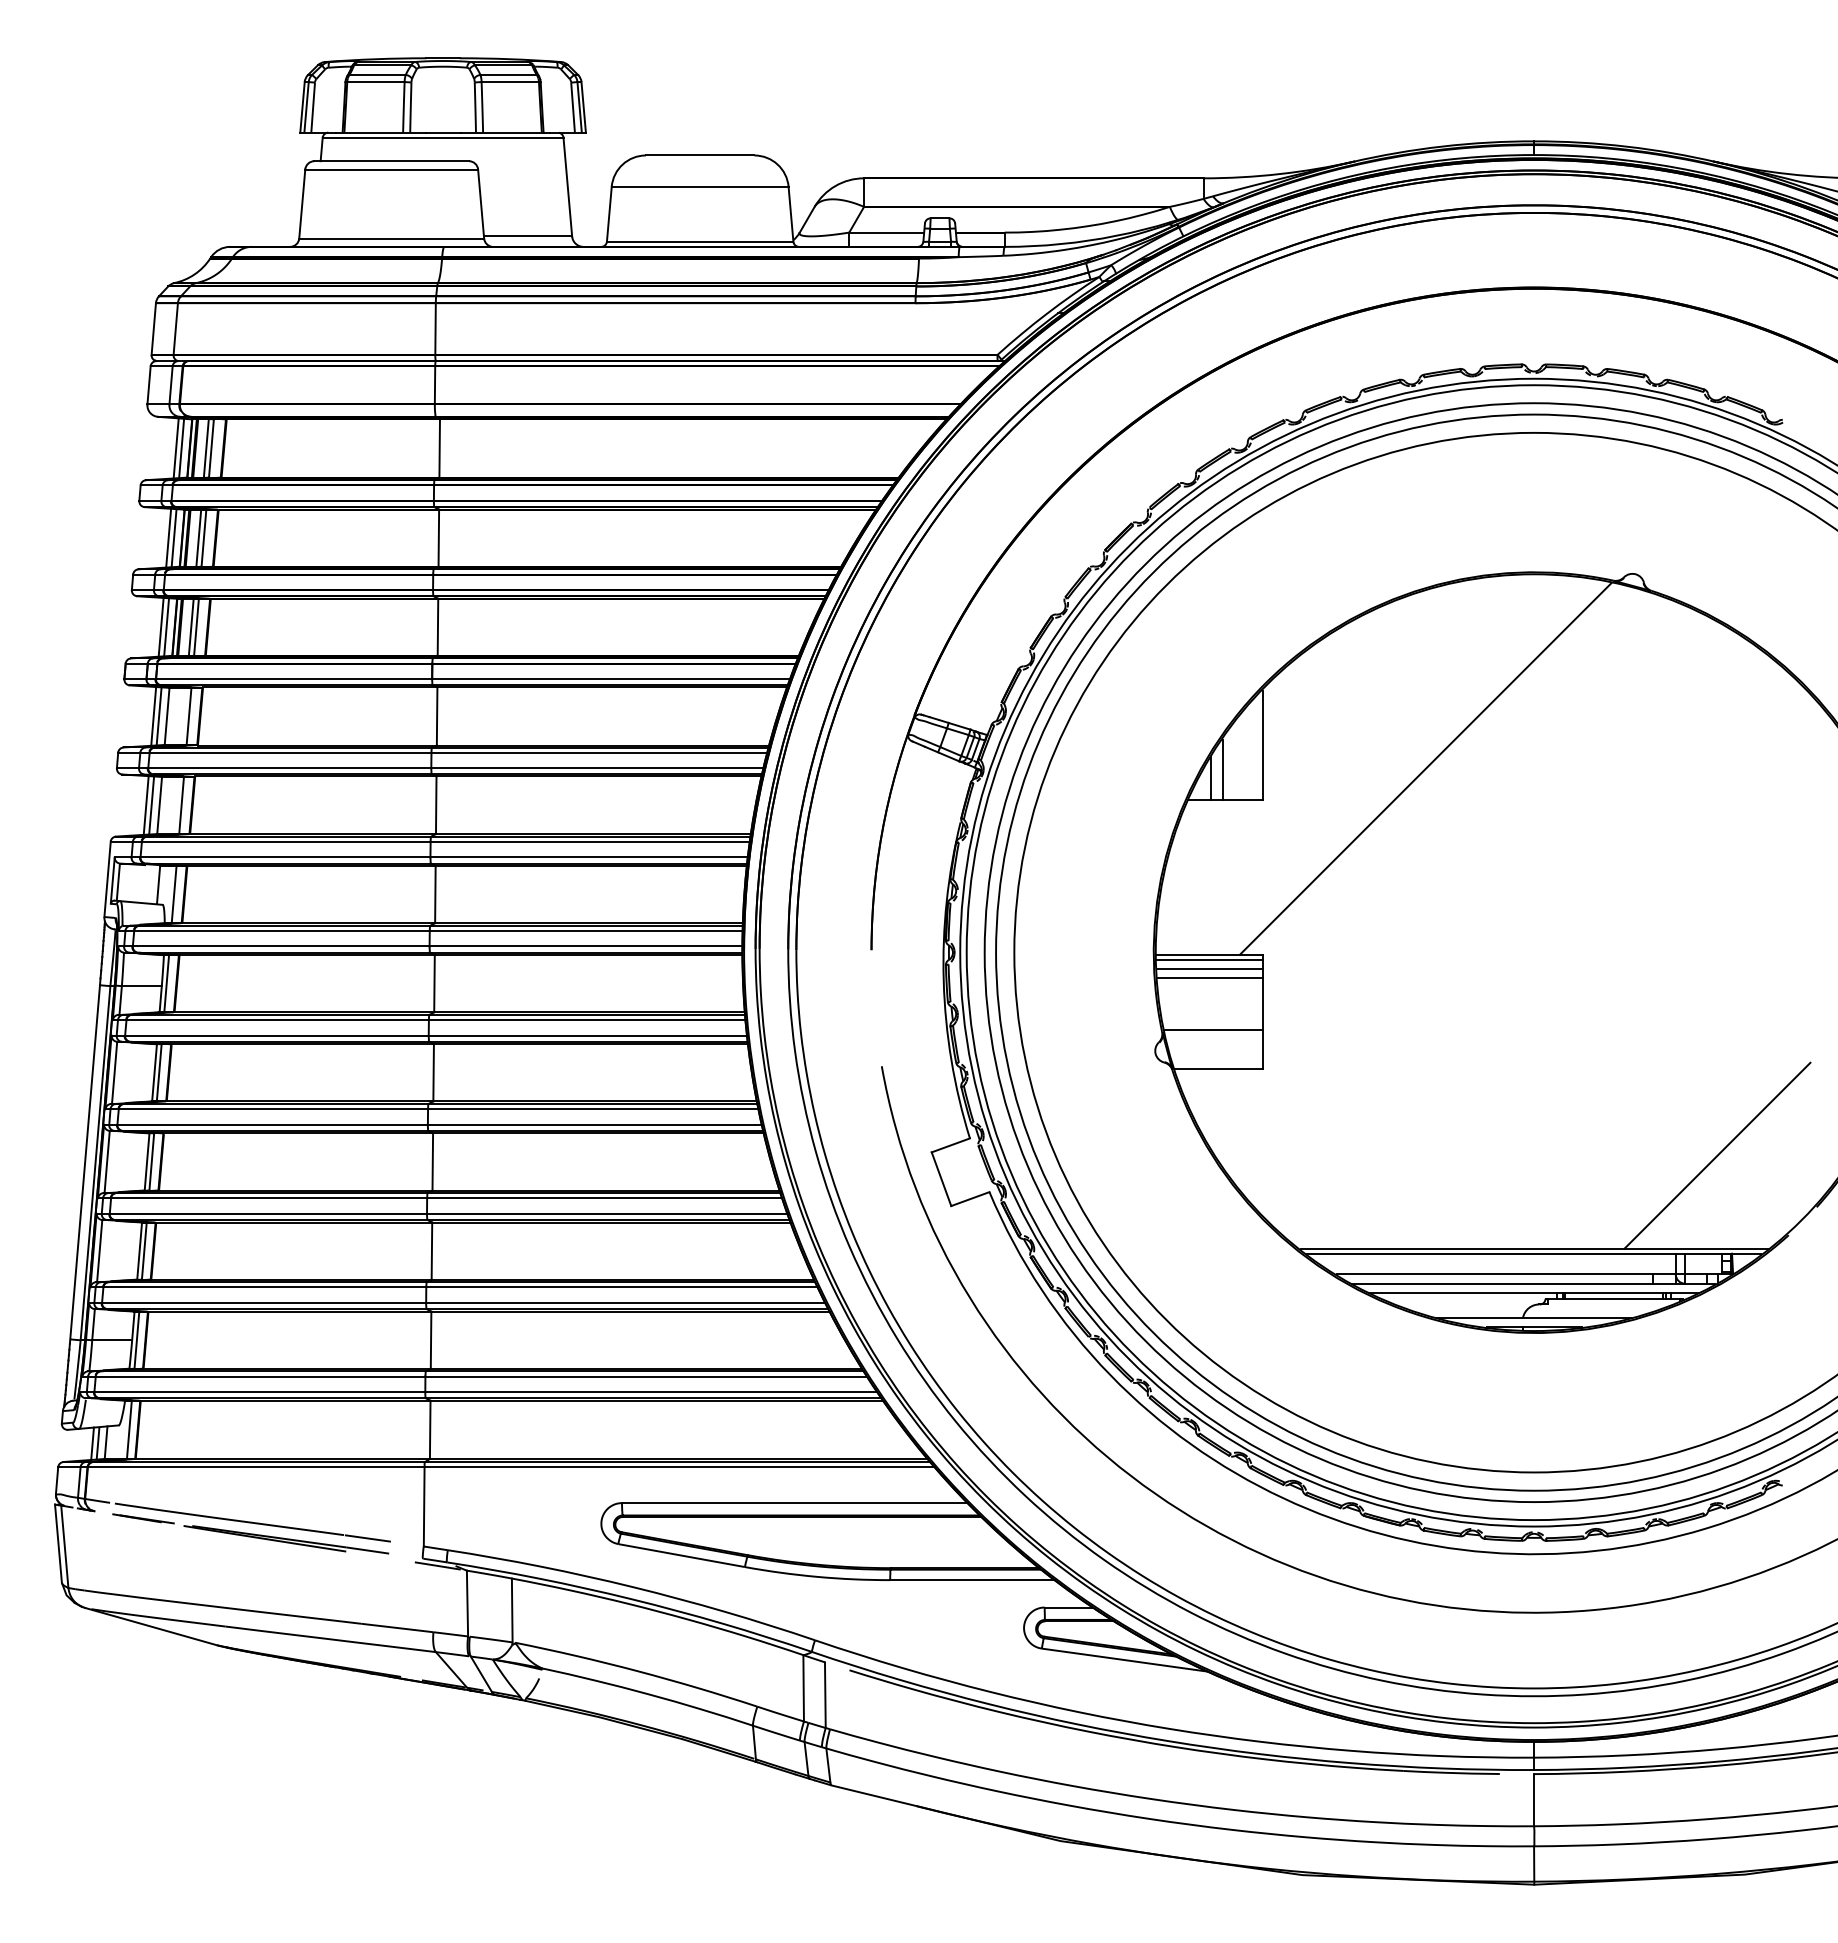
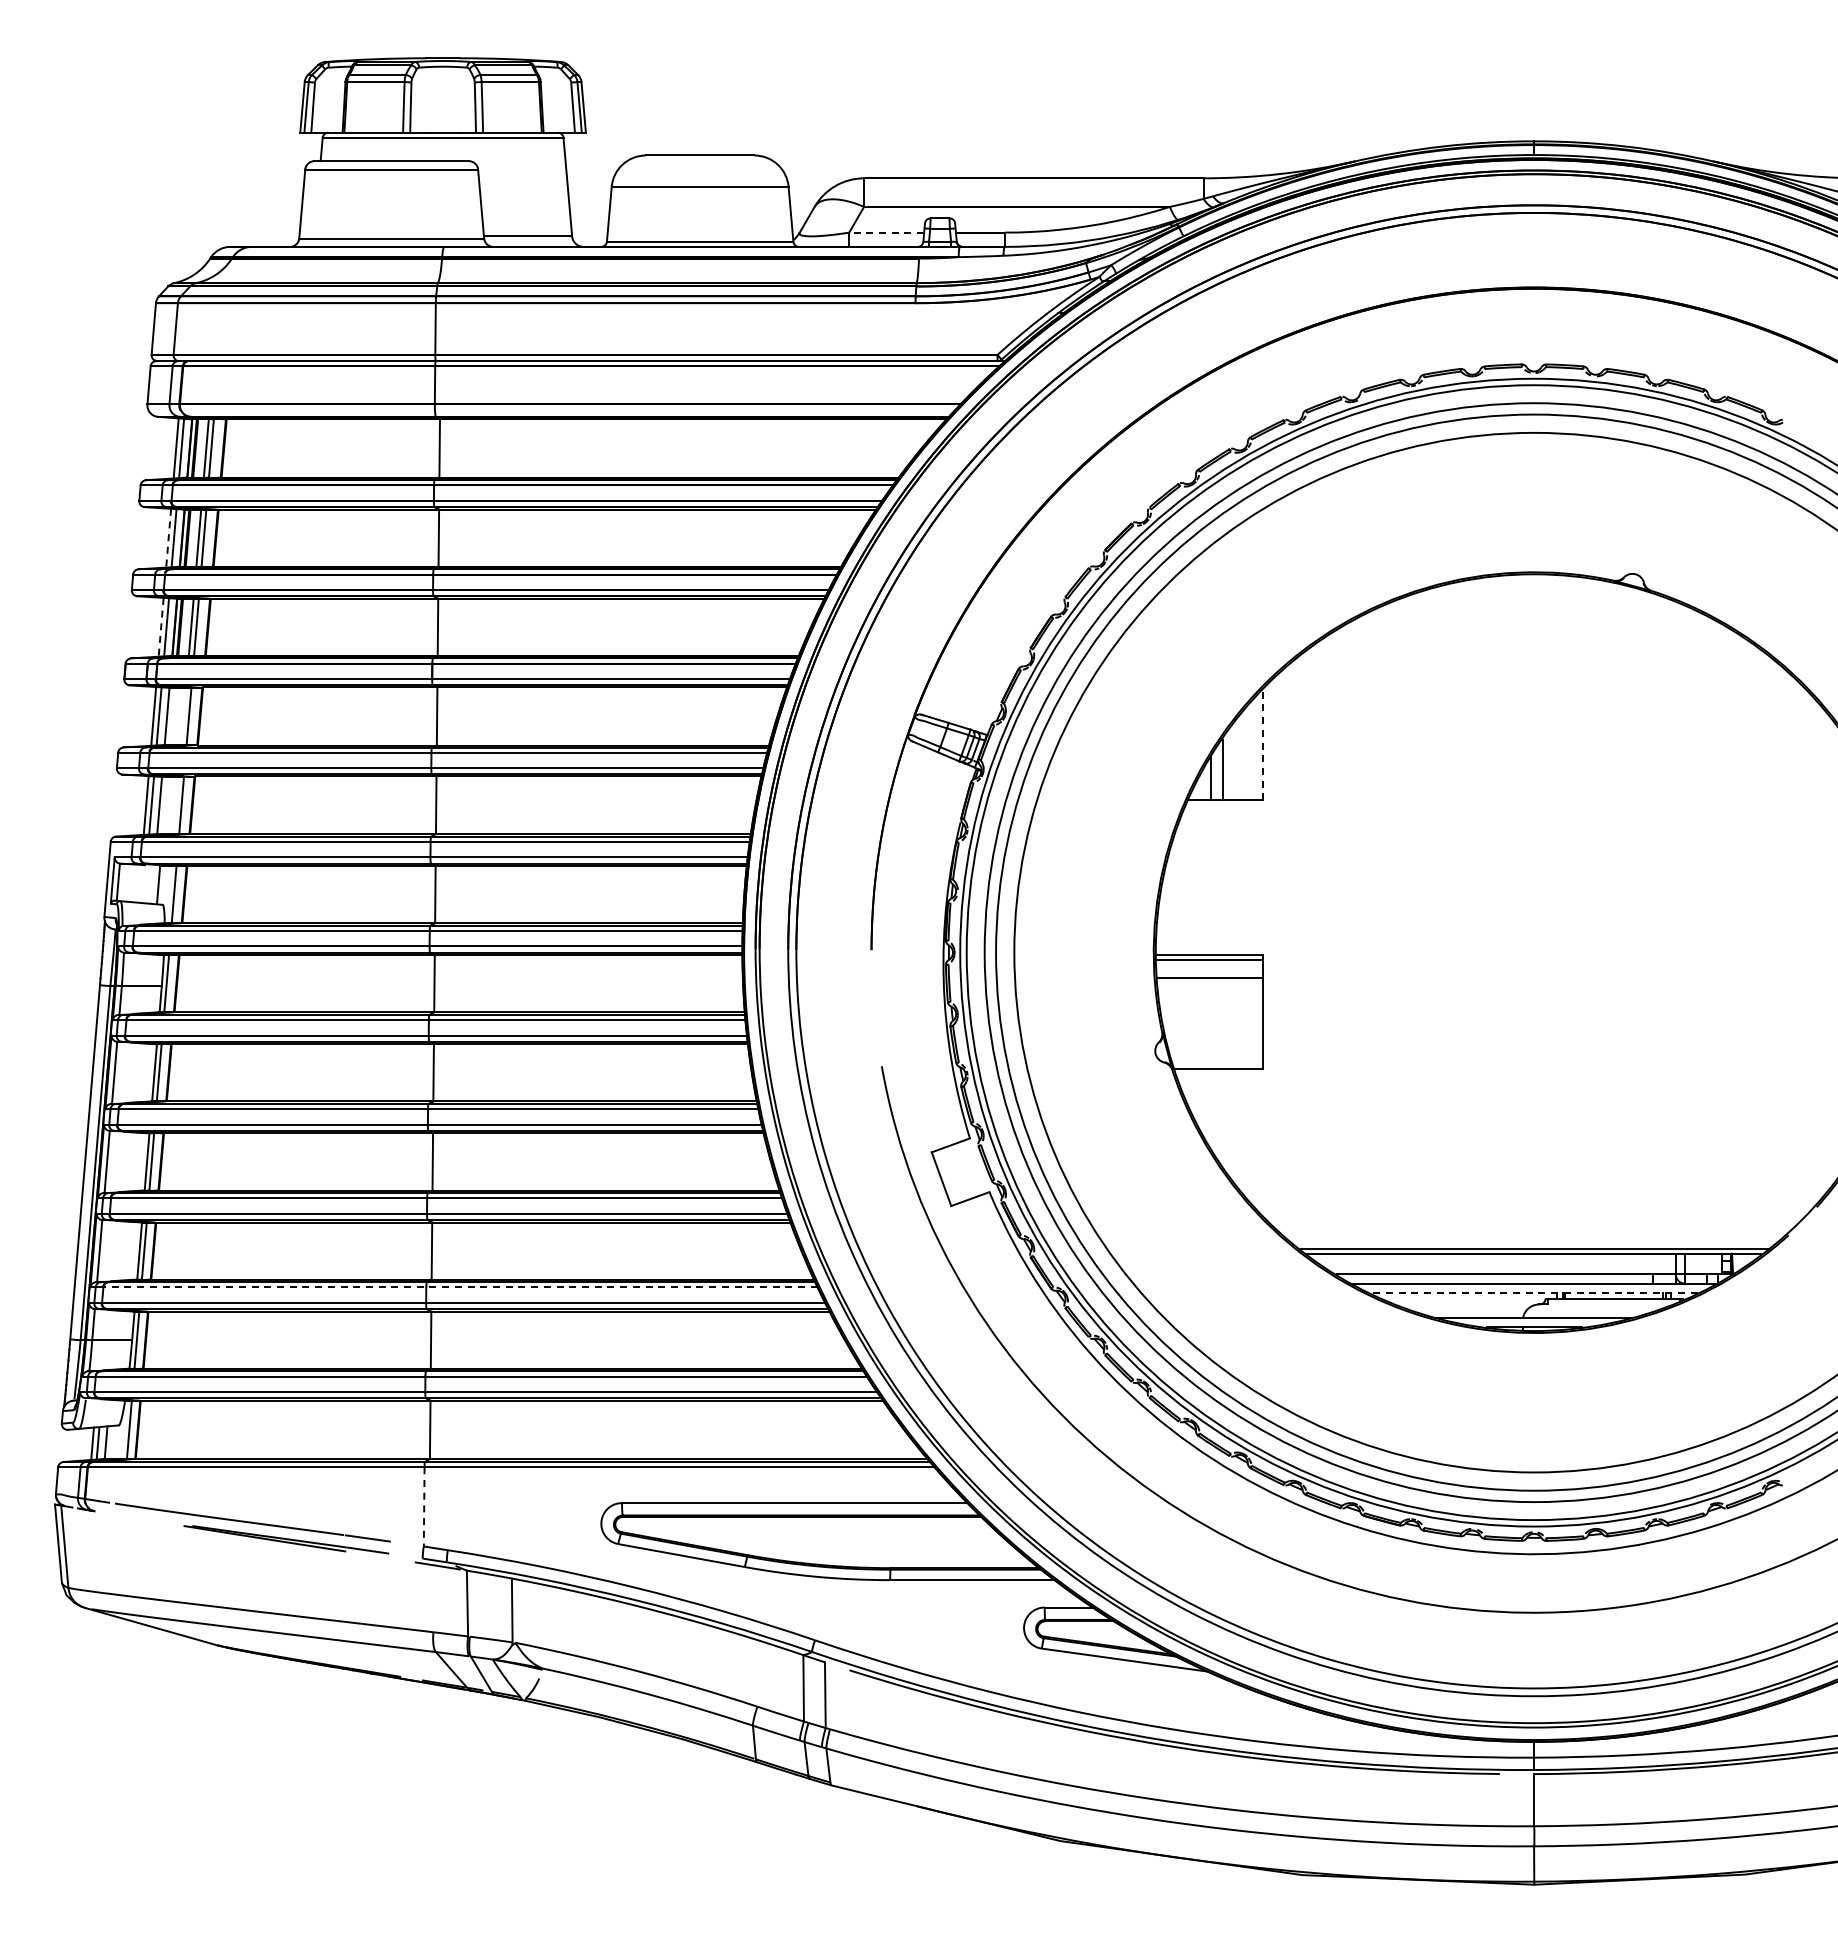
line at (886, 232): solid -> dashed
line at (168, 538): solid -> dashed
line at (161, 627): solid -> dashed
line at (1262, 745): solid -> dashed
line at (1425, 768): present -> none
line at (1209, 968): present -> none
line at (1213, 1030): present -> none
line at (1717, 1155): present -> none
line at (460, 1287): solid -> dashed
line at (1534, 1292): solid -> dashed
line at (424, 1506): solid -> dashed
line at (143, 1518): present -> none
